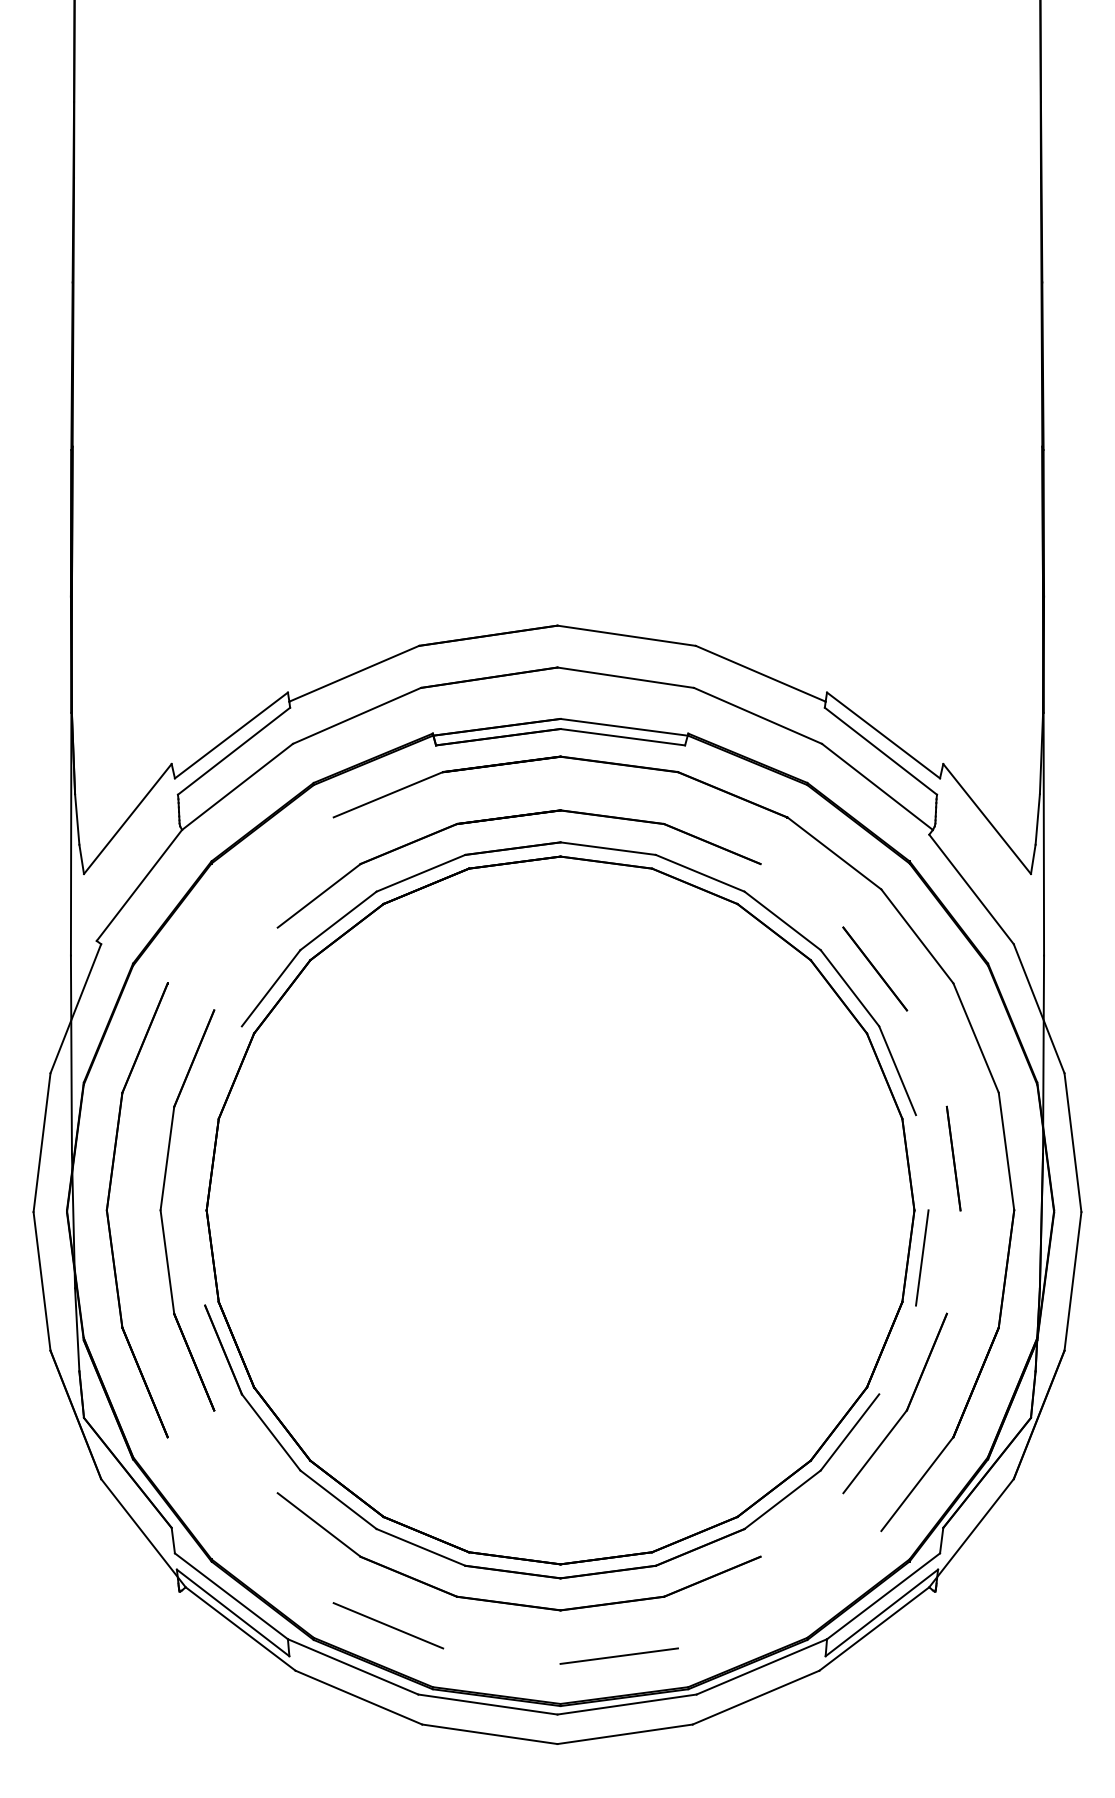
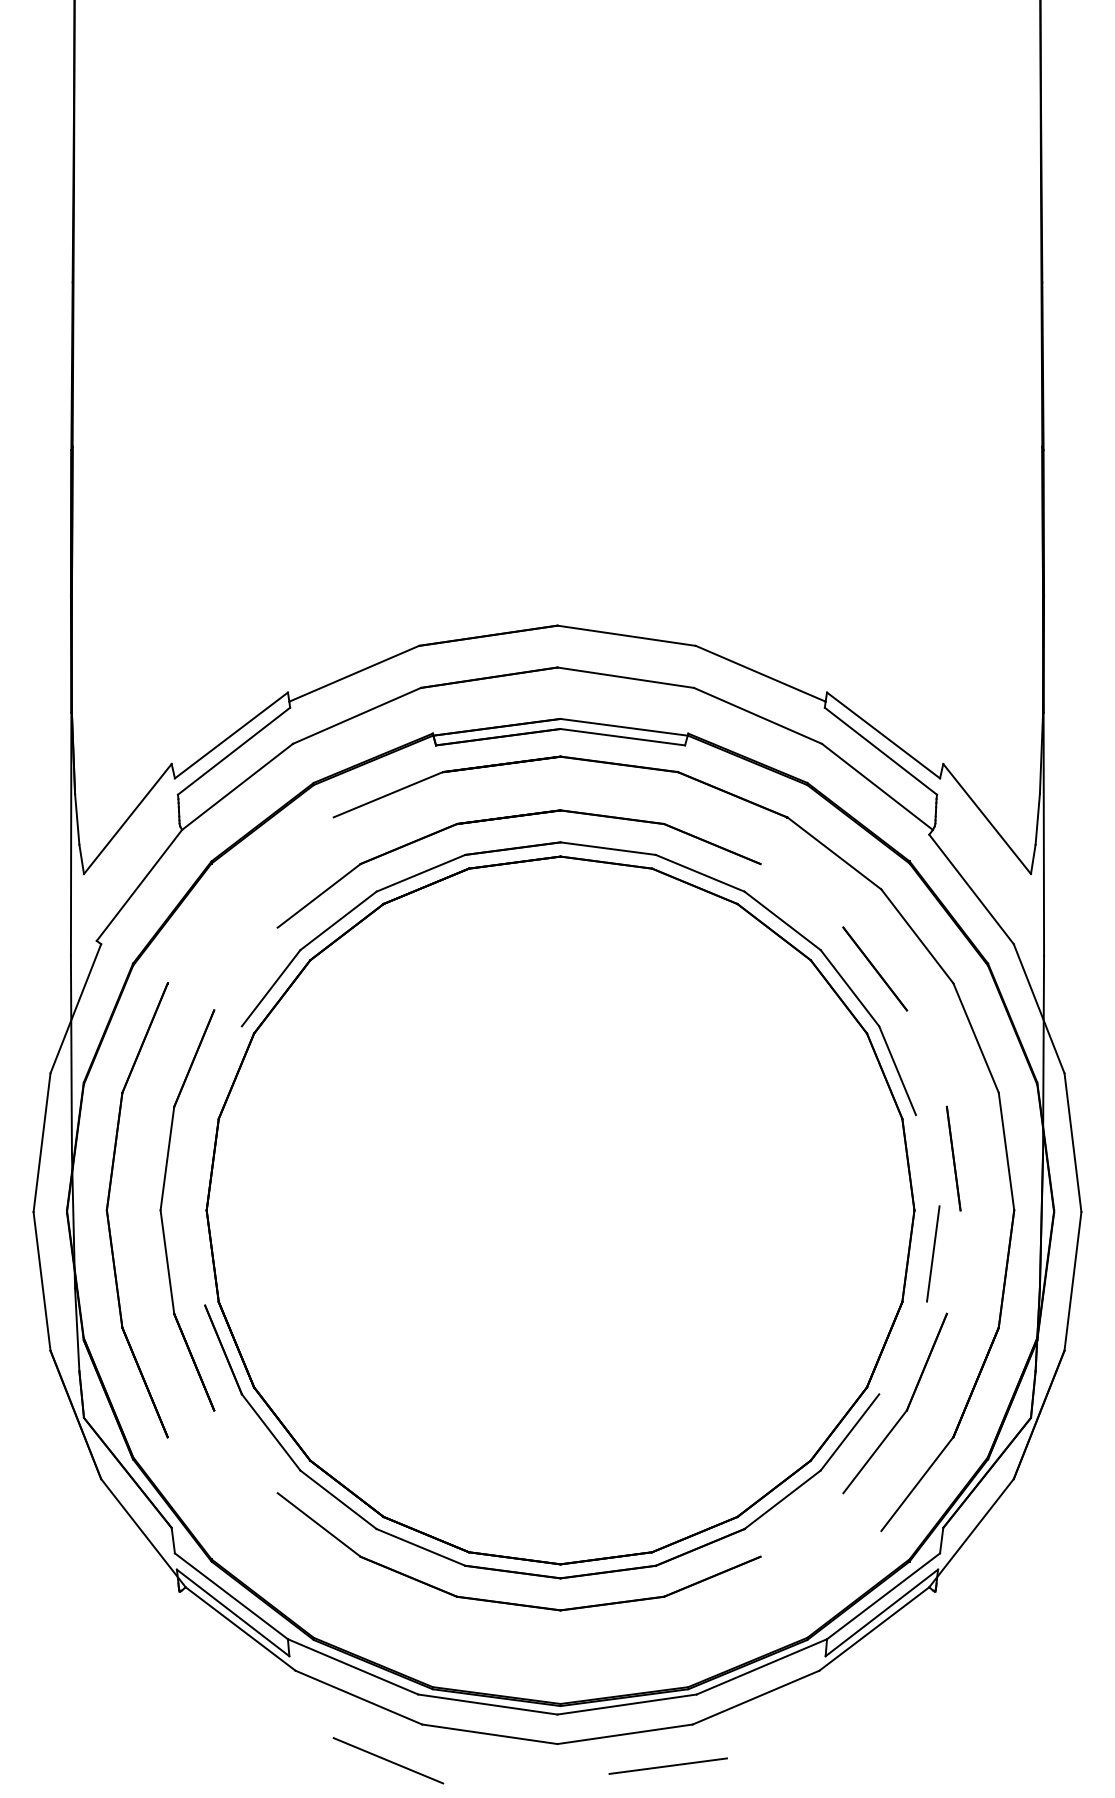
line at (922, 1257) position: (922, 1257) -> (933, 1253)
line at (388, 1625) position: (388, 1625) -> (388, 1760)
line at (618, 1655) position: (618, 1655) -> (667, 1765)
